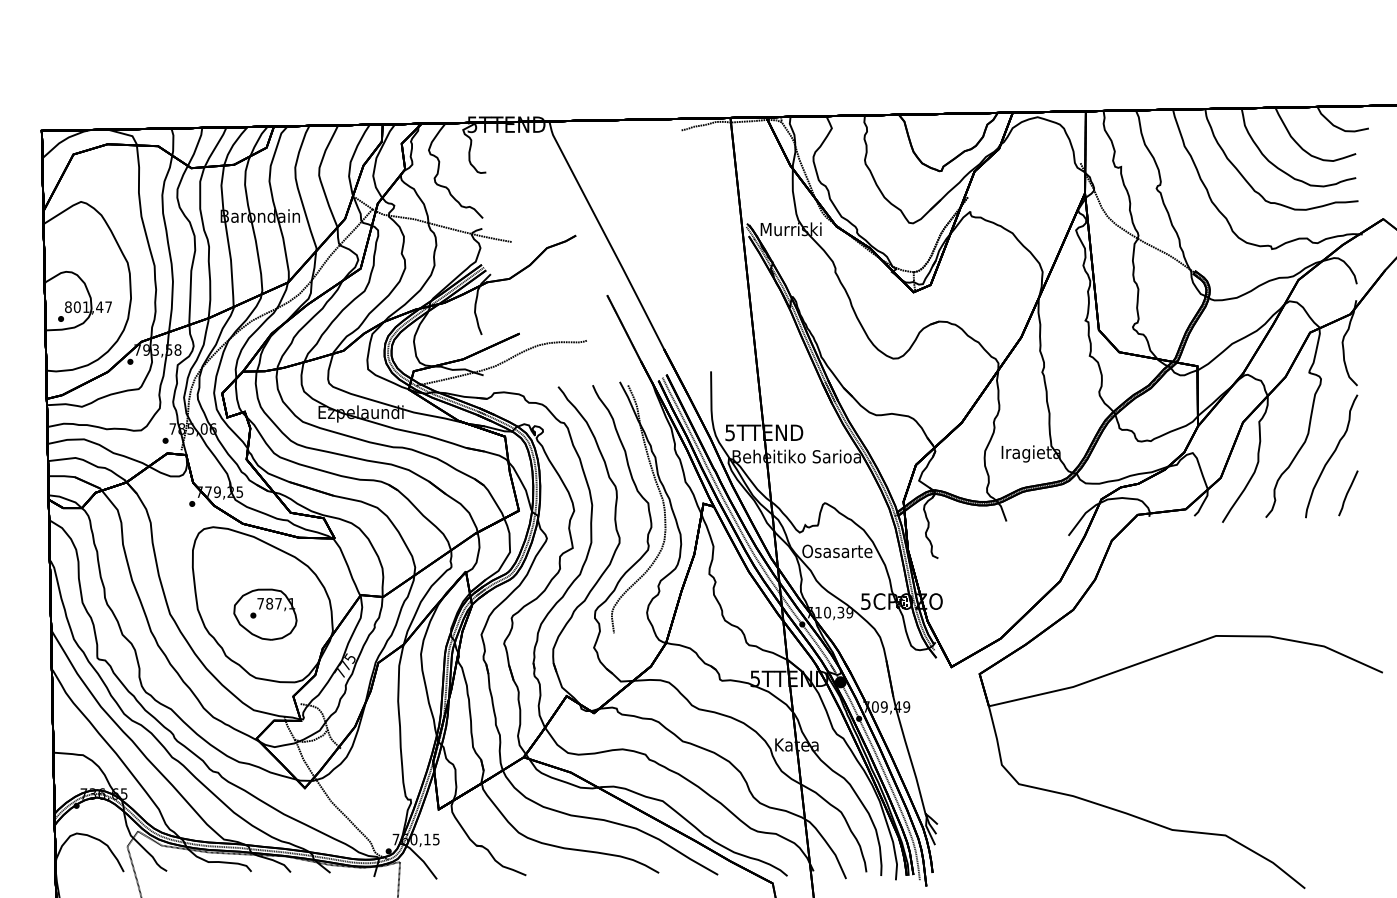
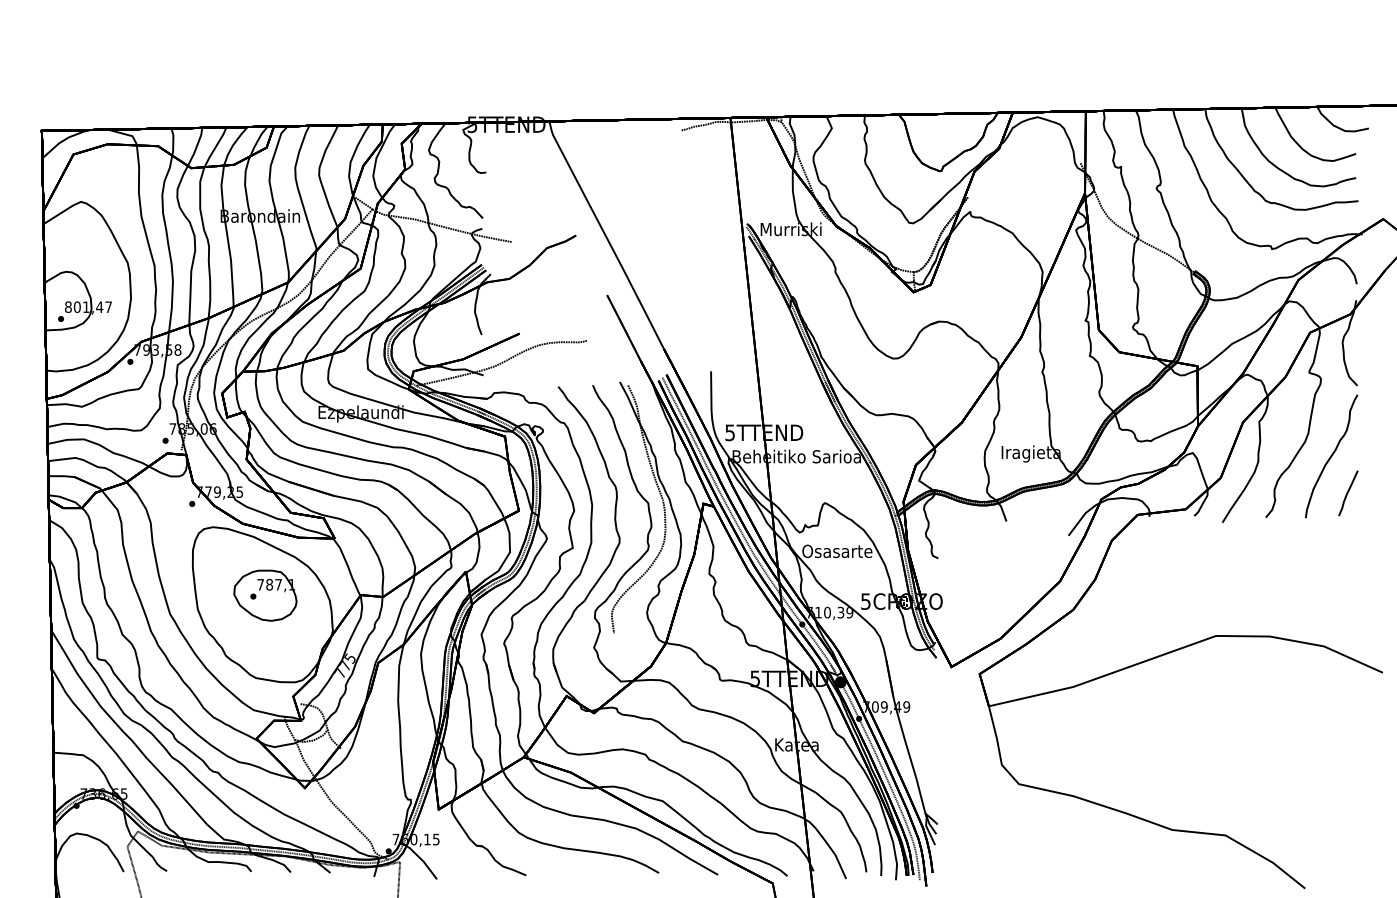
part at (265, 614) position: (265, 614) -> (265, 595)
